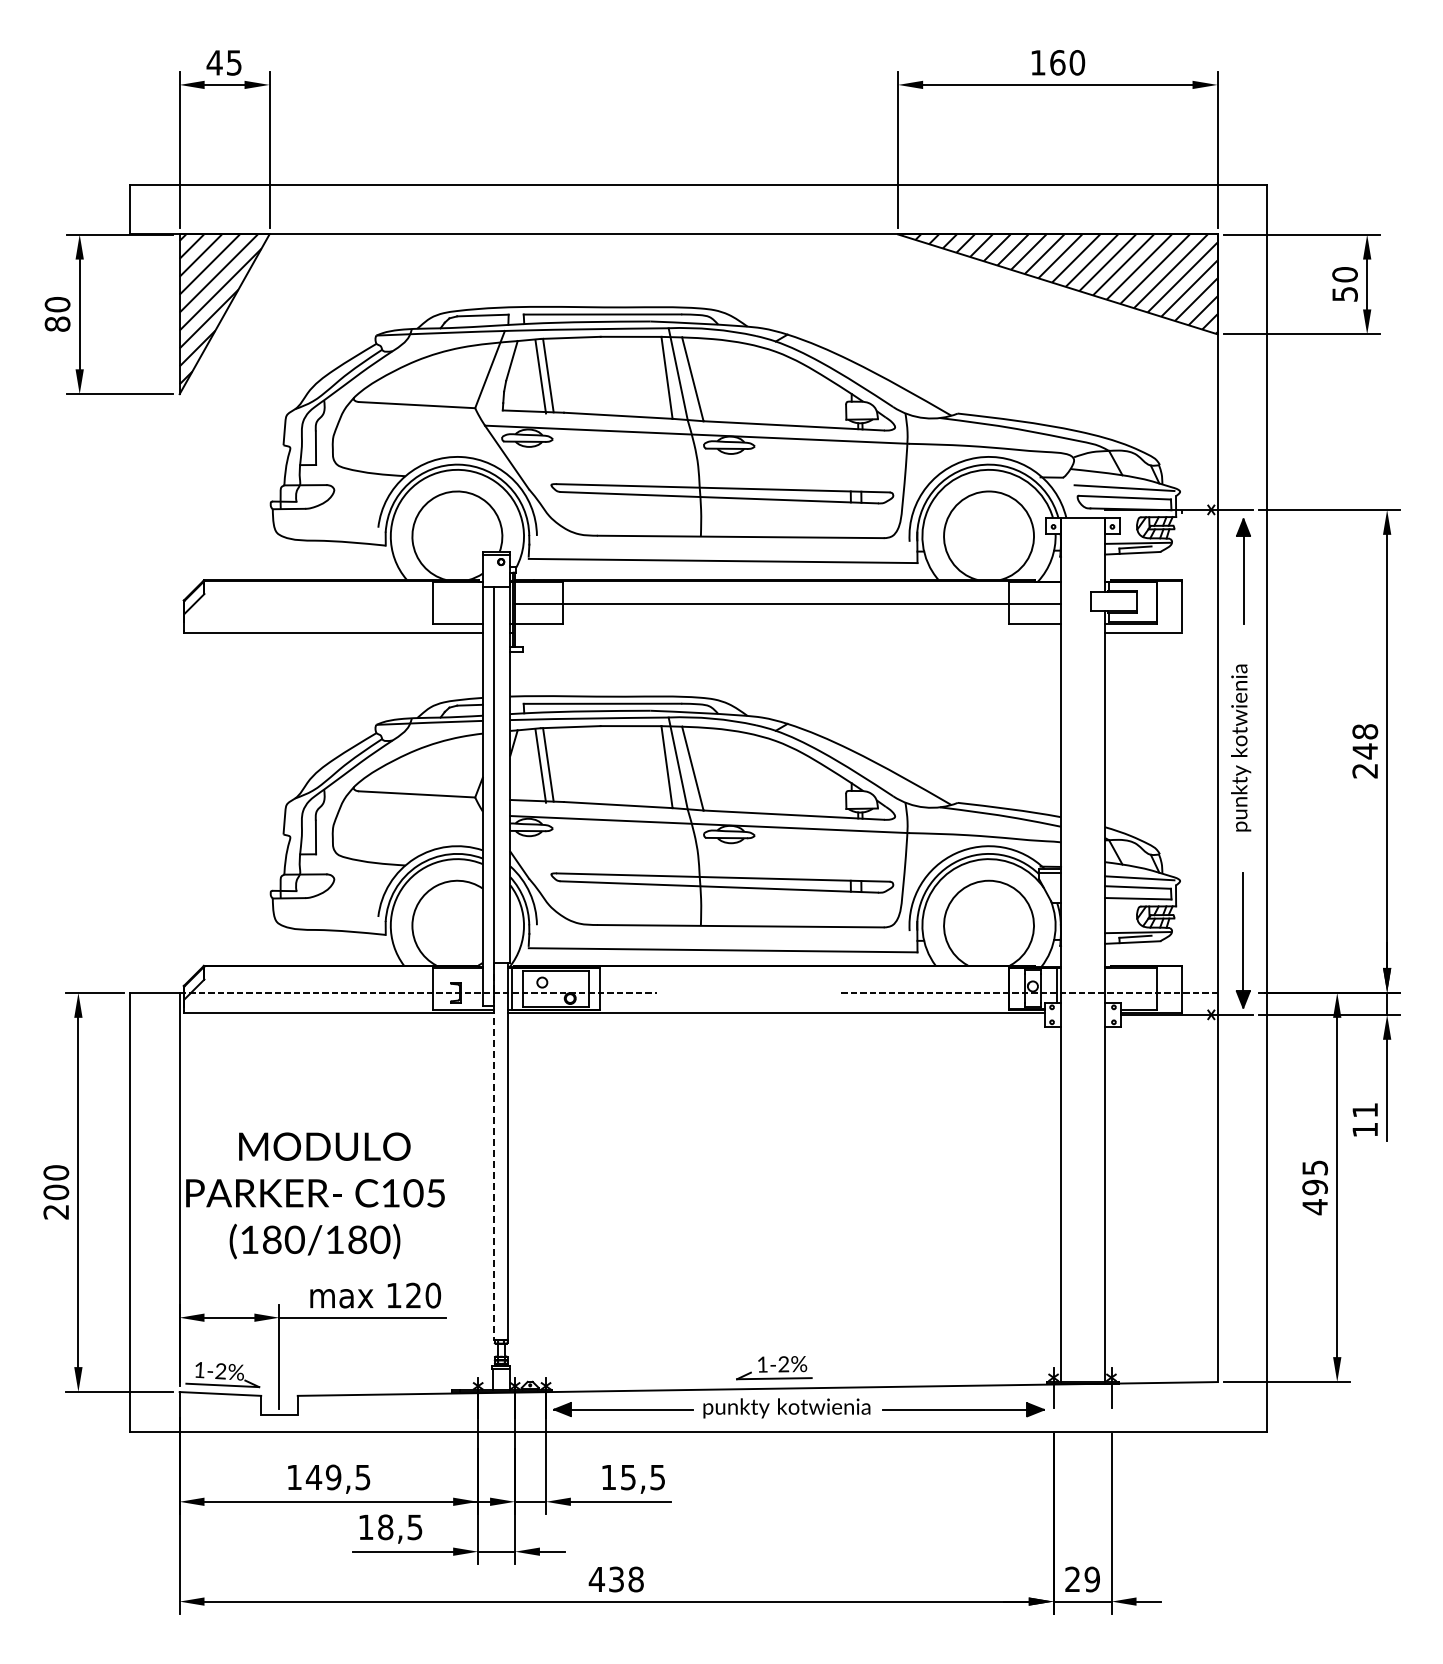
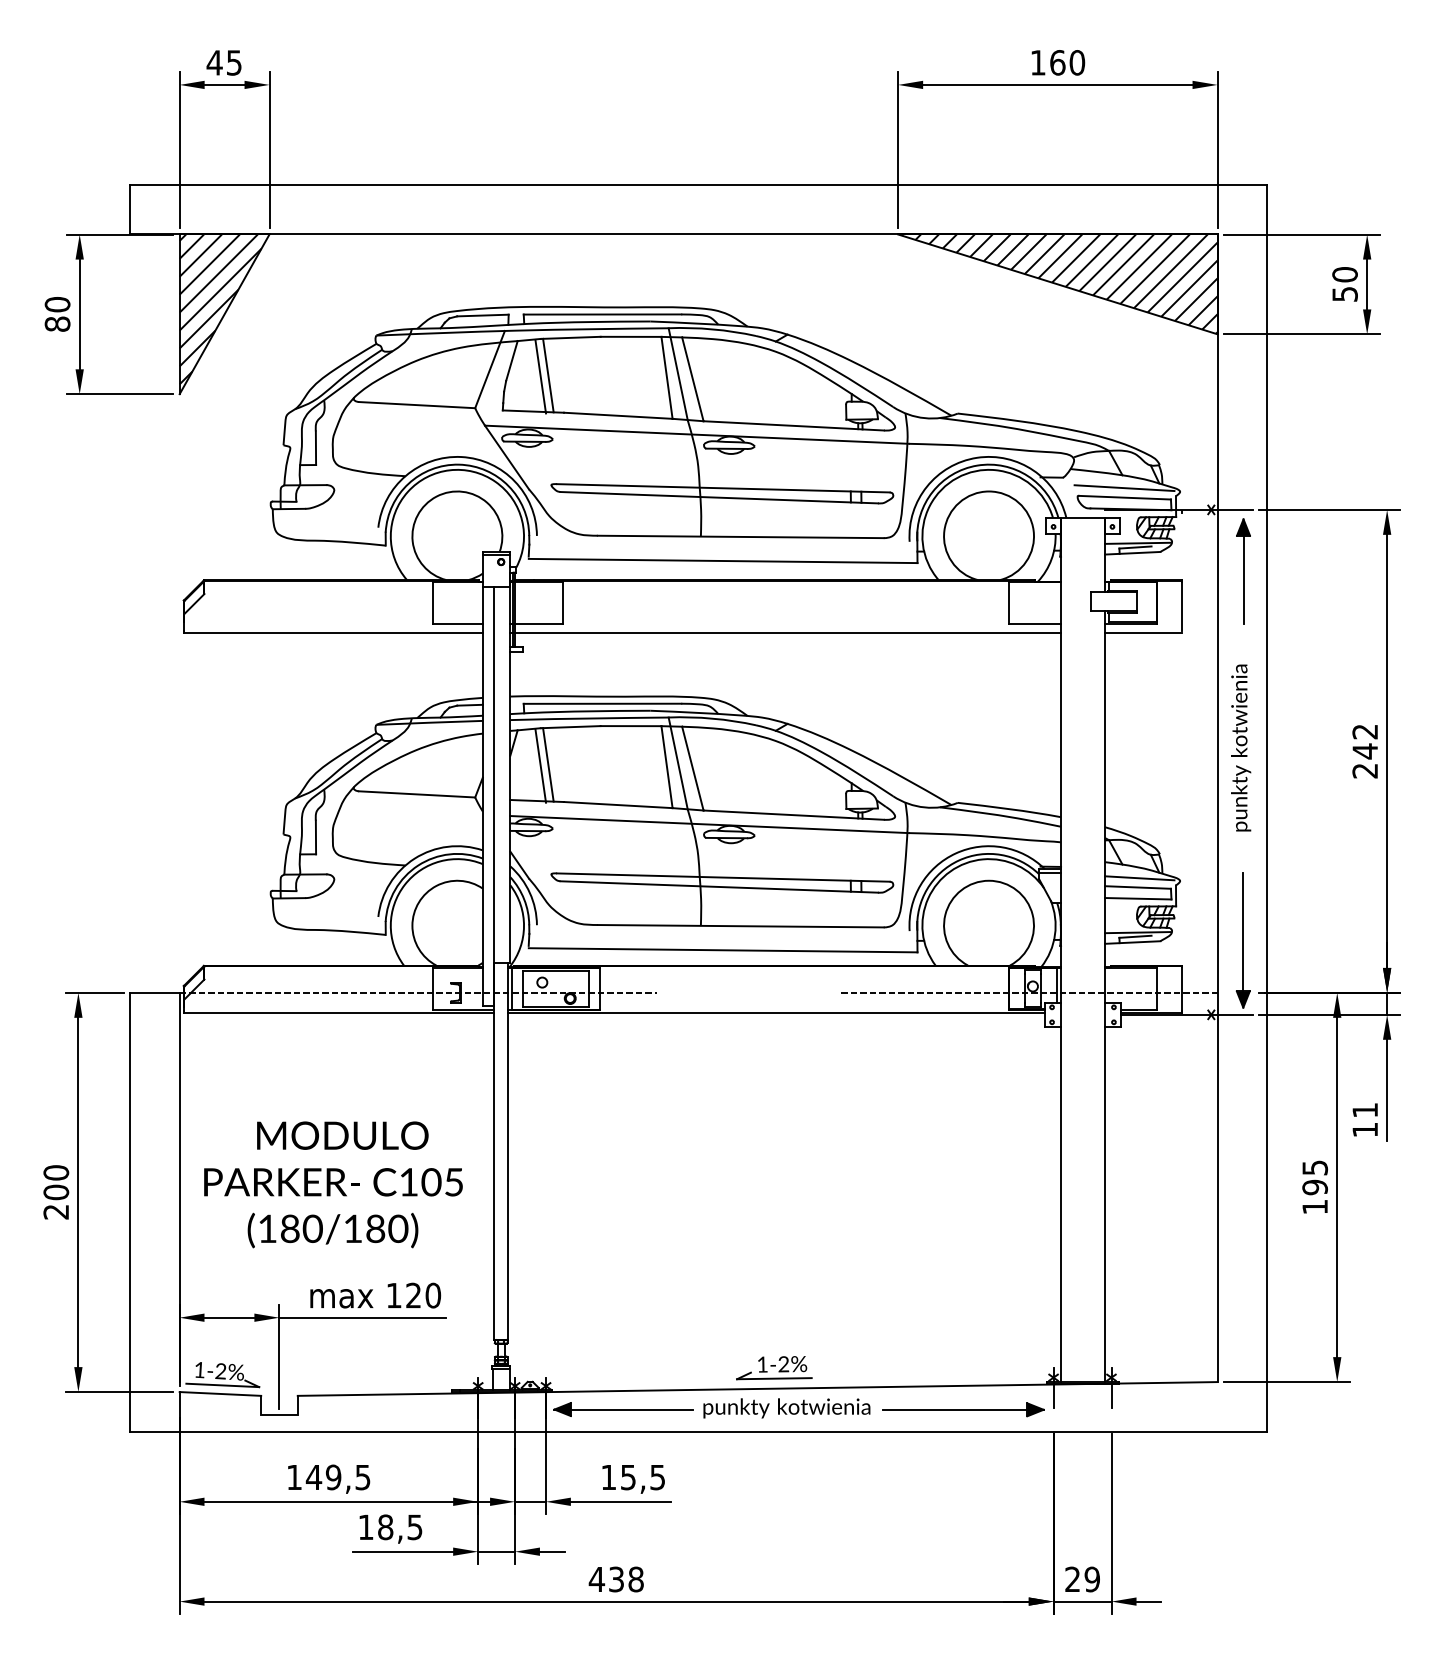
line at (788, 603) position: (788, 603) -> (788, 632)
text at (1365, 731): 248 -> 242
line at (494, 1152): dashed -> solid
text at (315, 1195) position: (315, 1195) -> (333, 1184)
text at (1314, 1207): 495 -> 195
